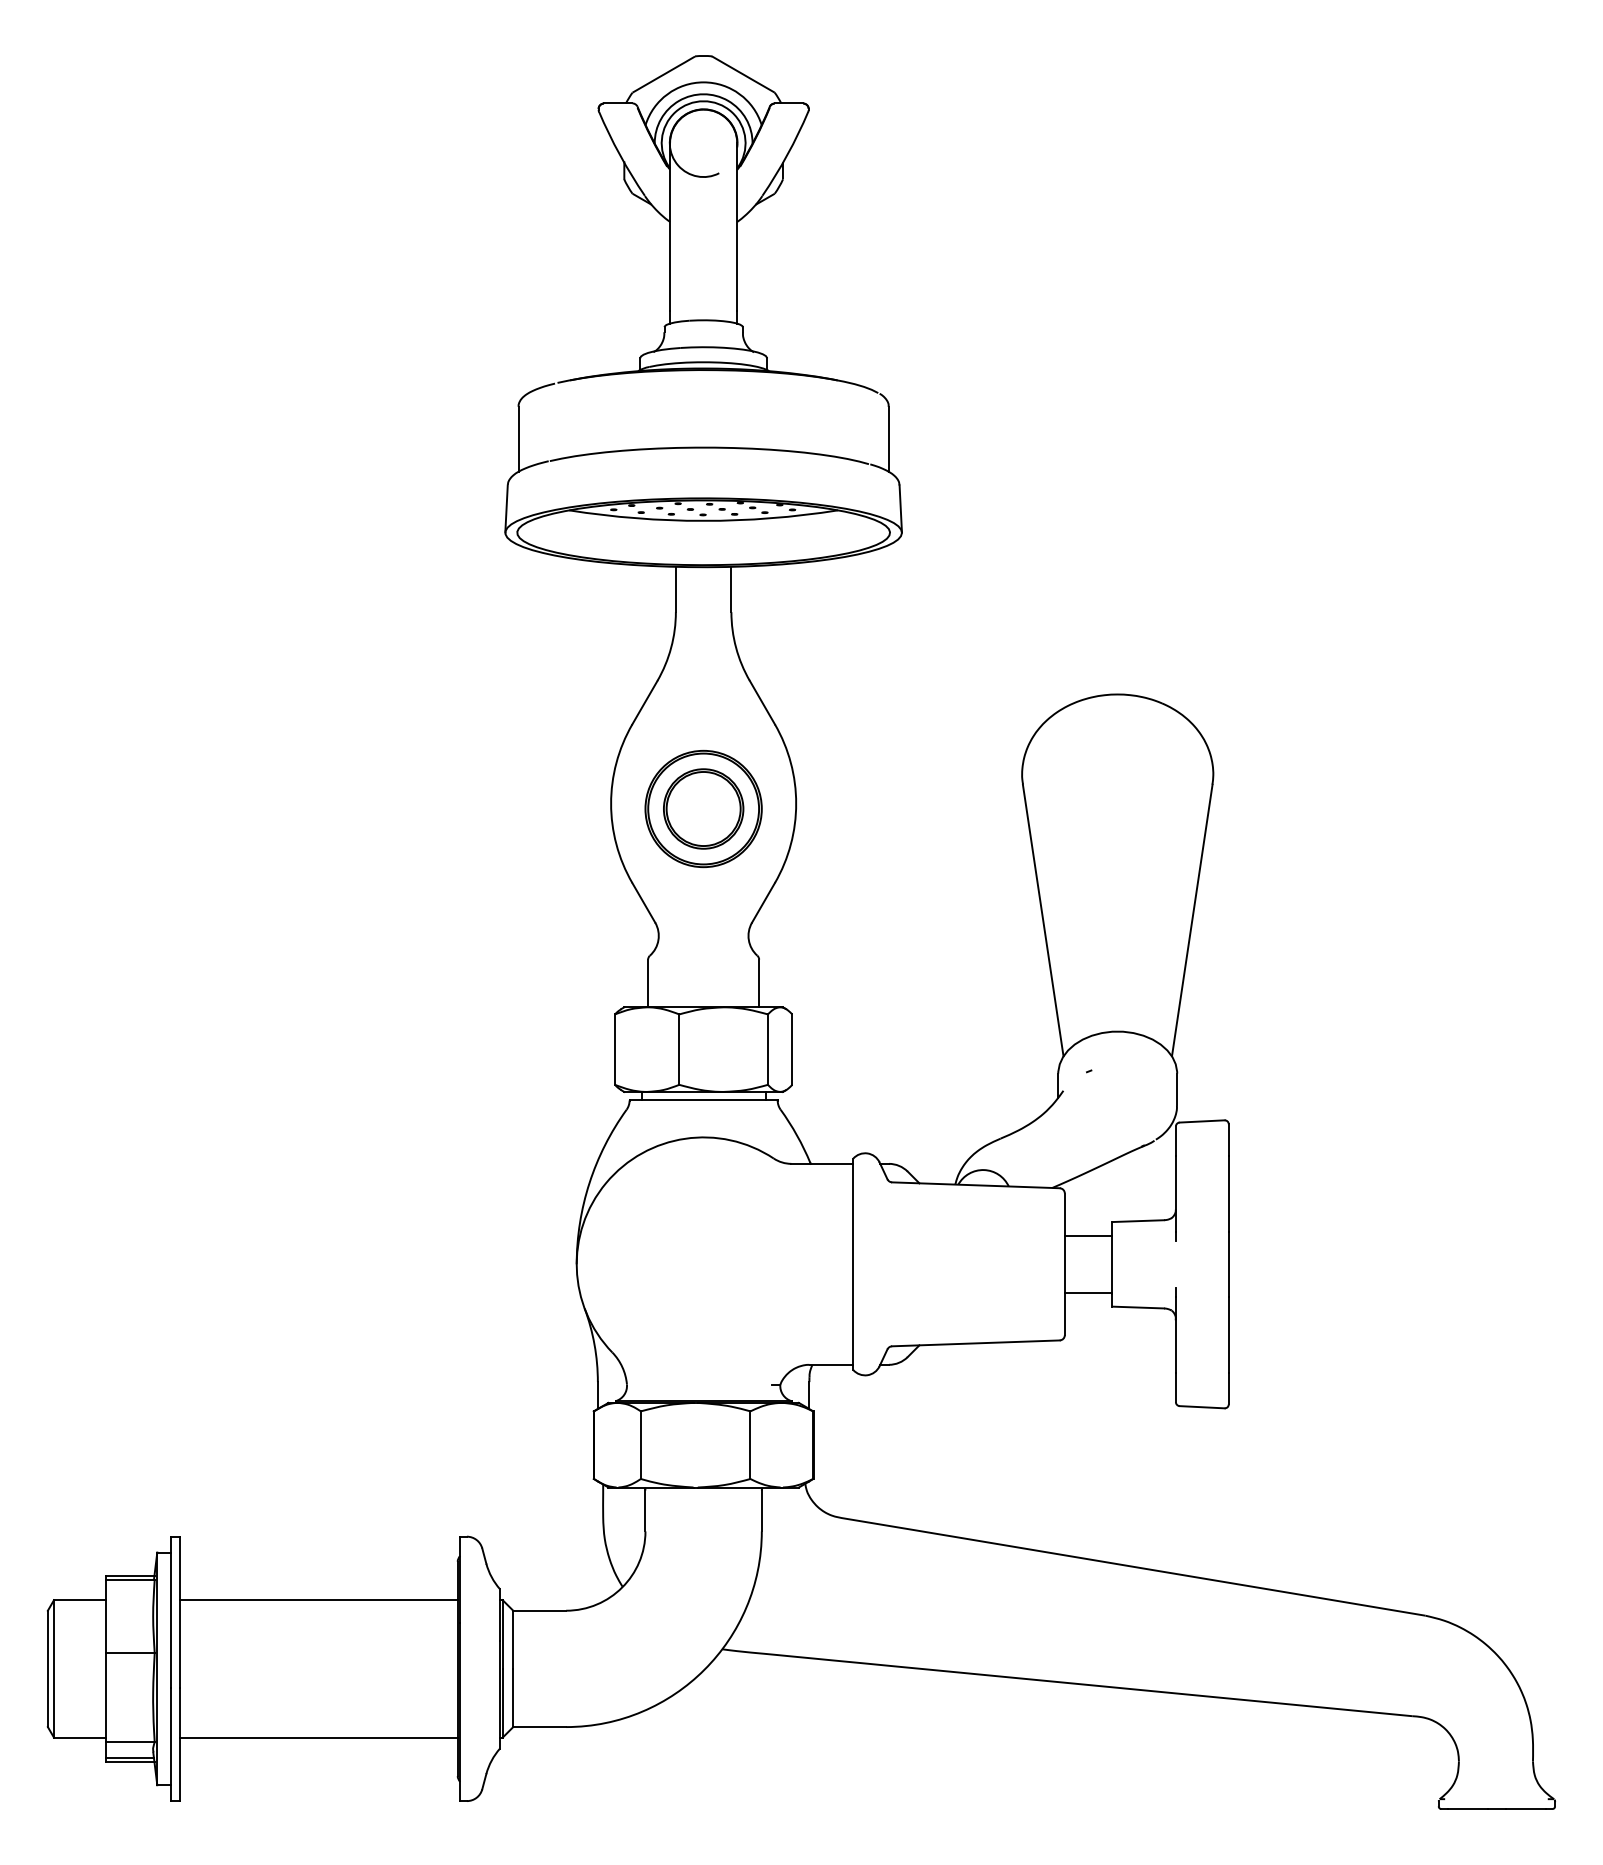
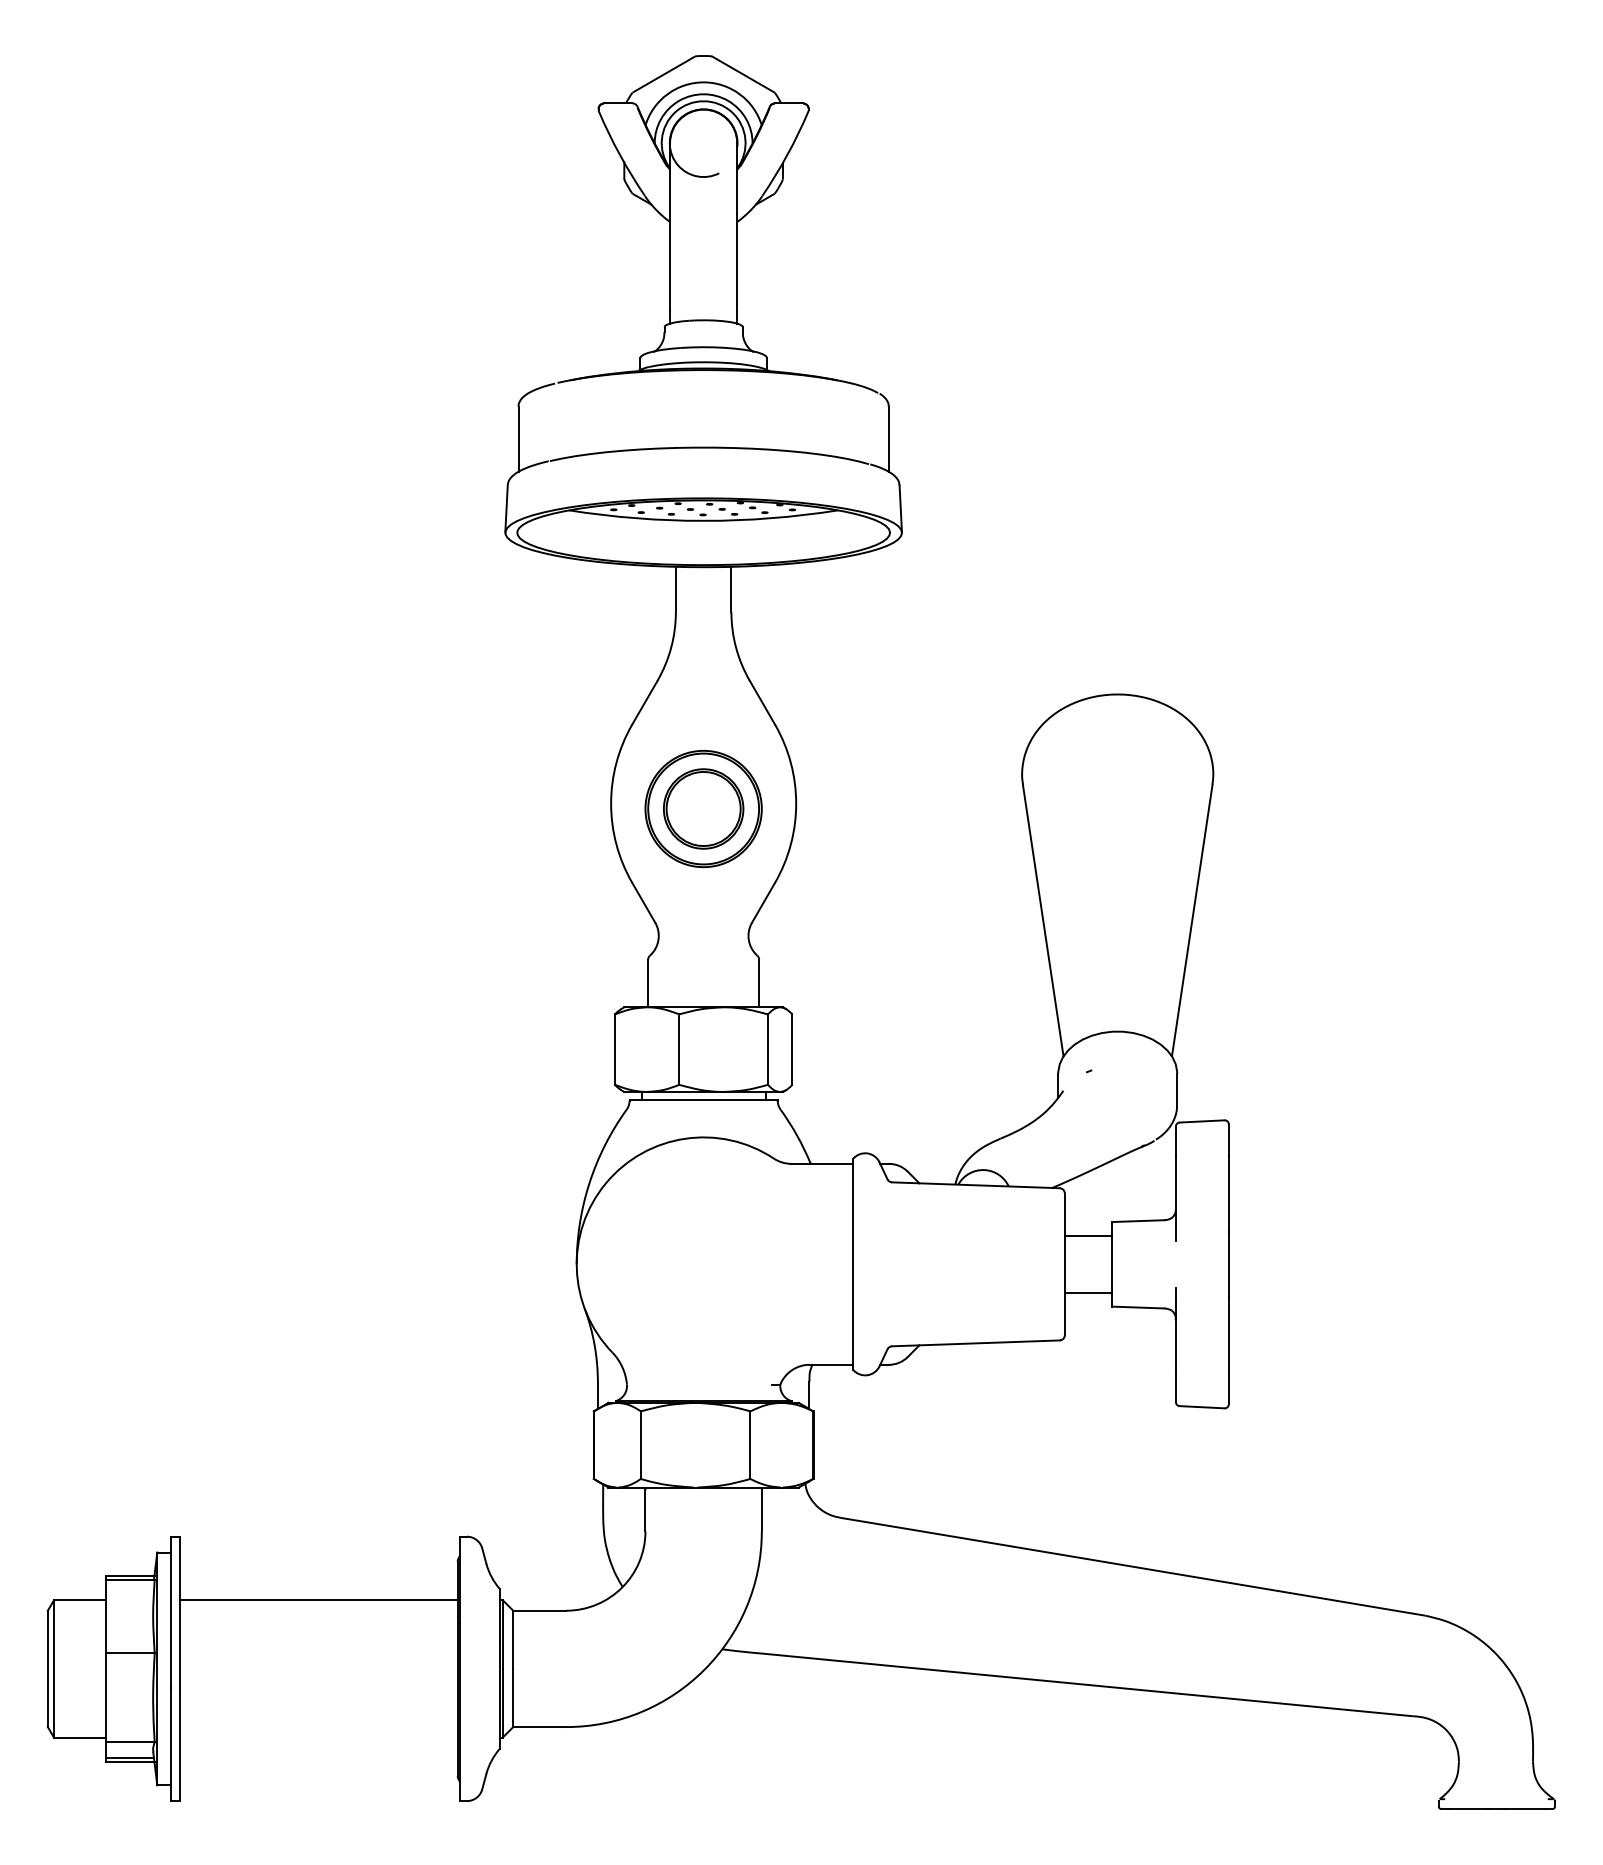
line at (318, 1737): present -> none
